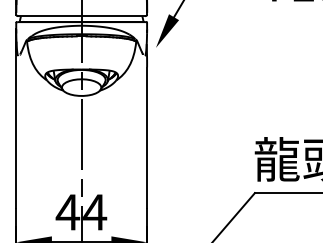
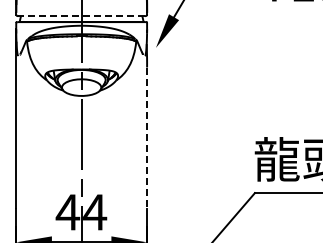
line at (81, 16): solid -> dashed
line at (147, 138): solid -> dashed
